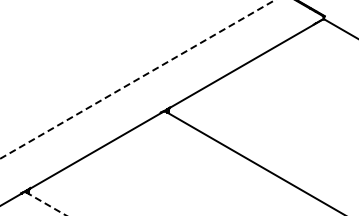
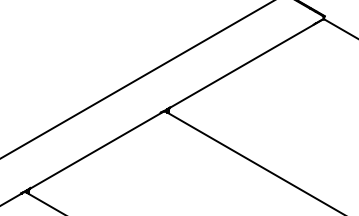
line at (137, 79): dashed -> solid
line at (46, 203): dashed -> solid
